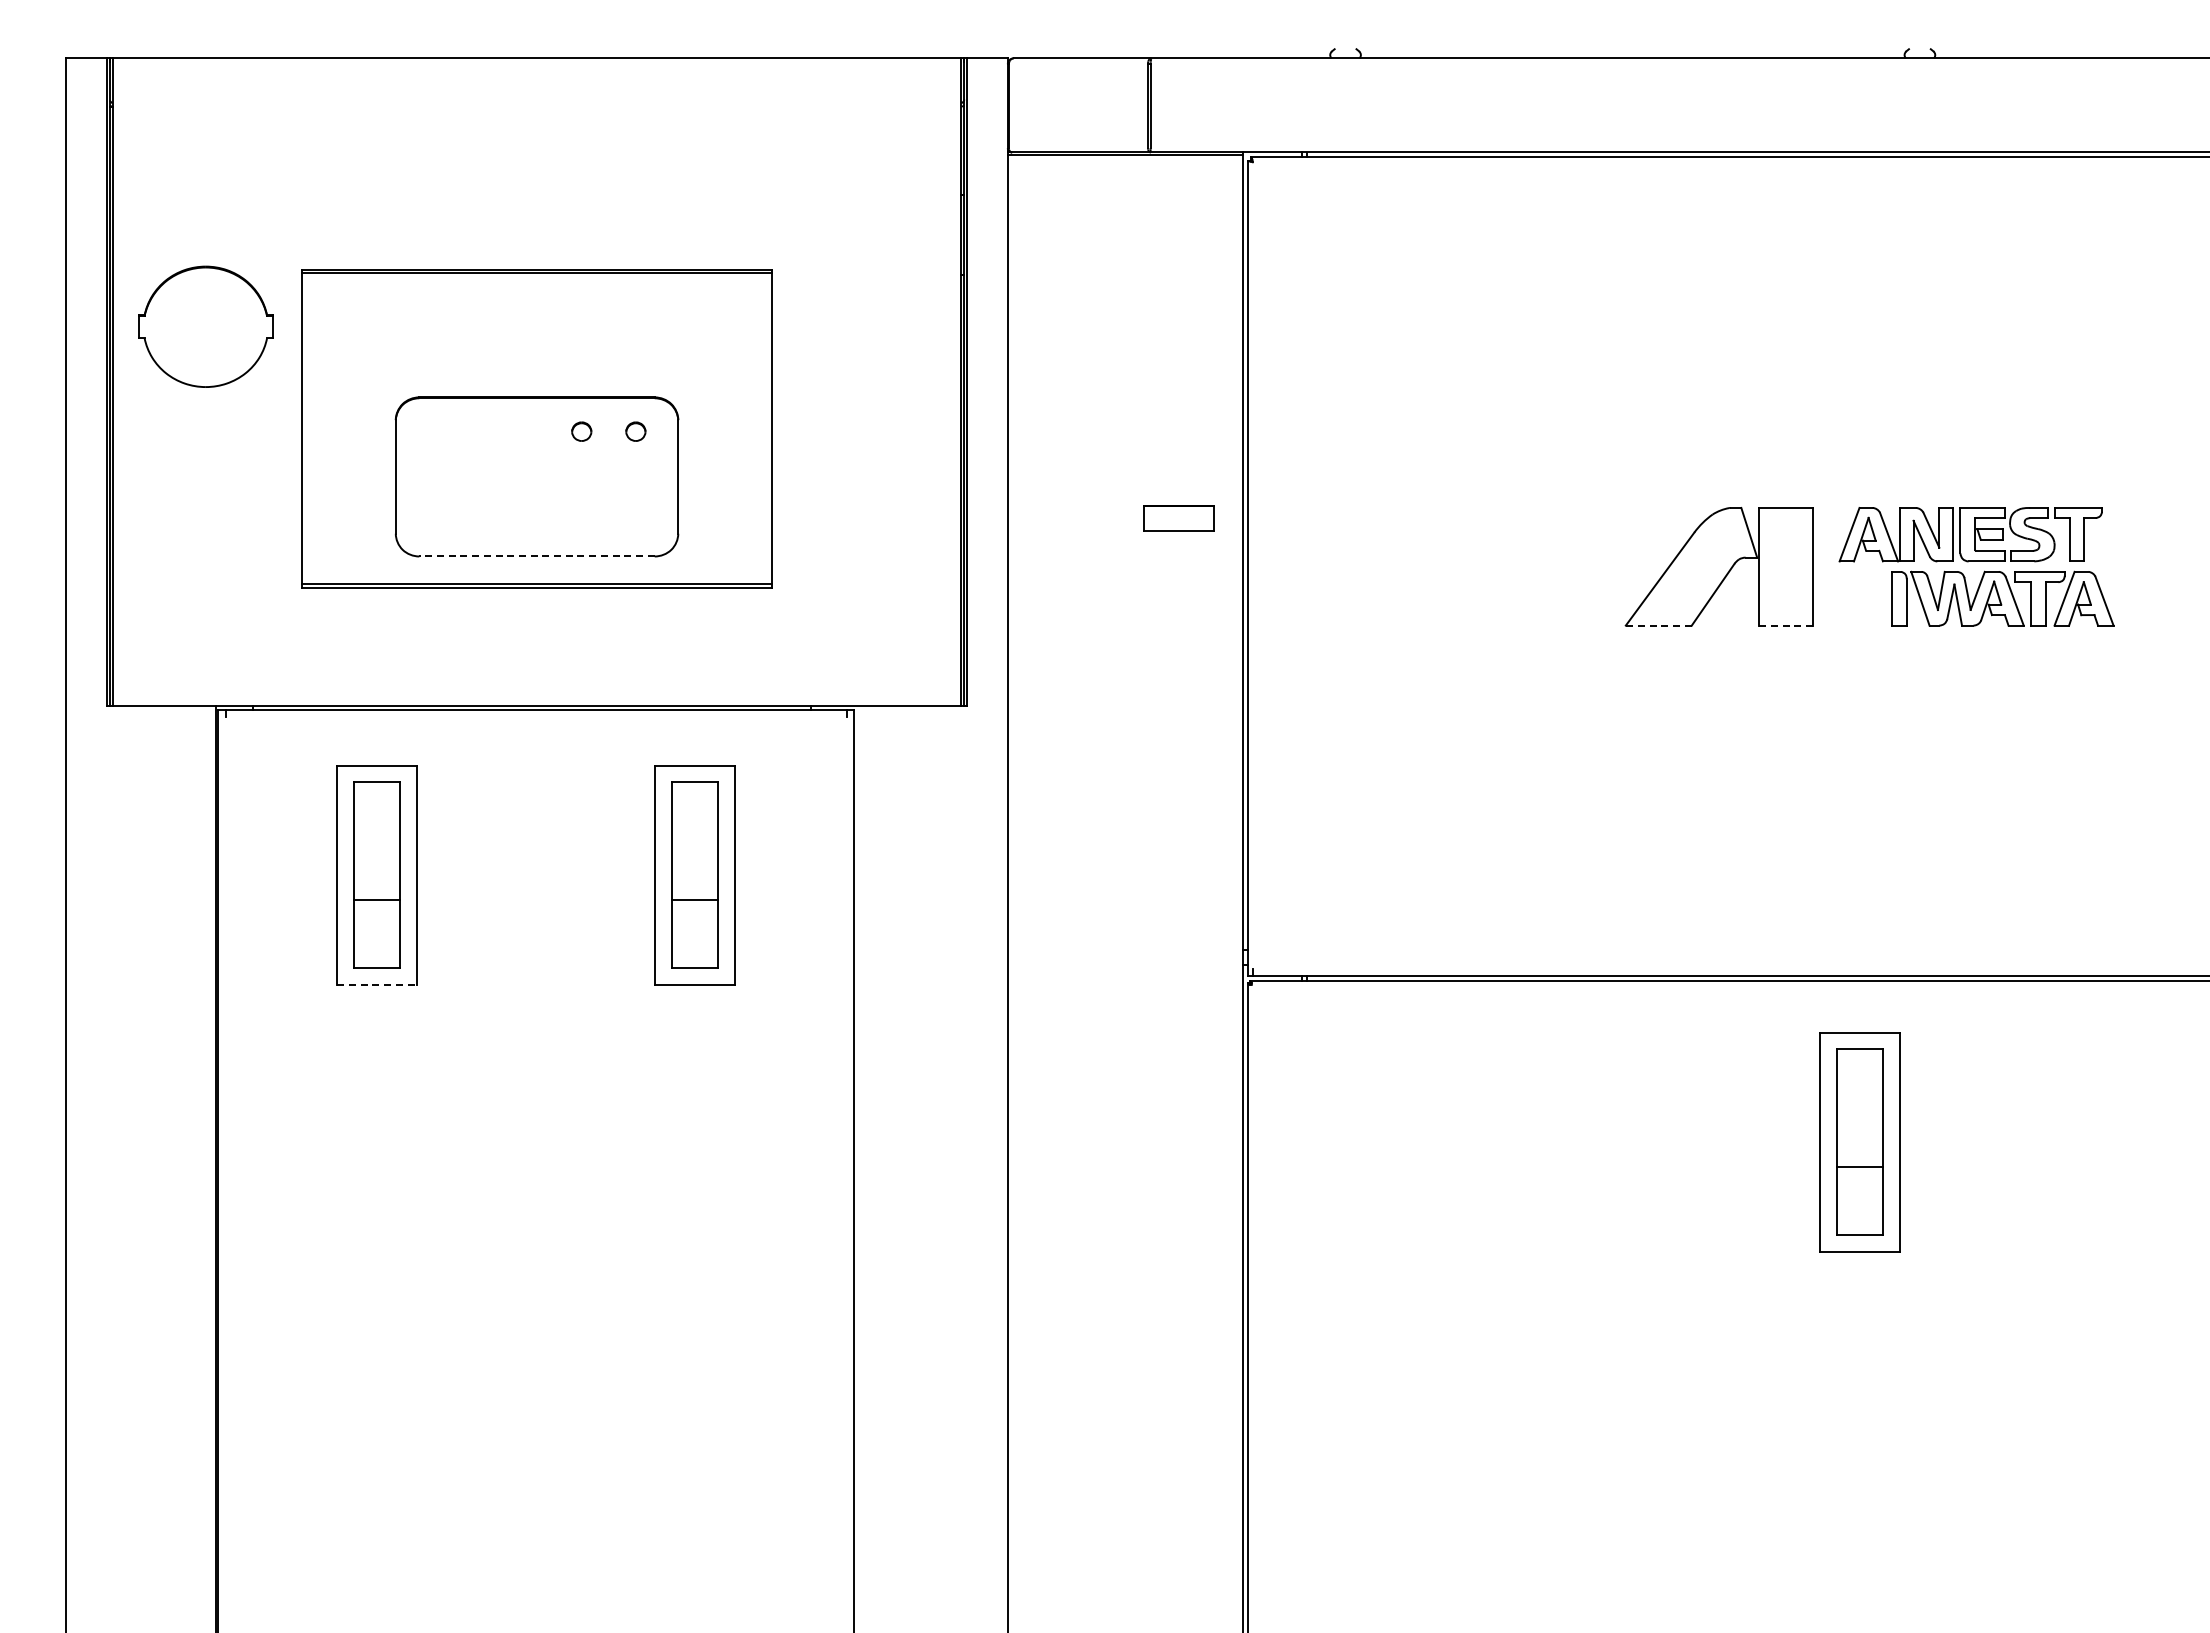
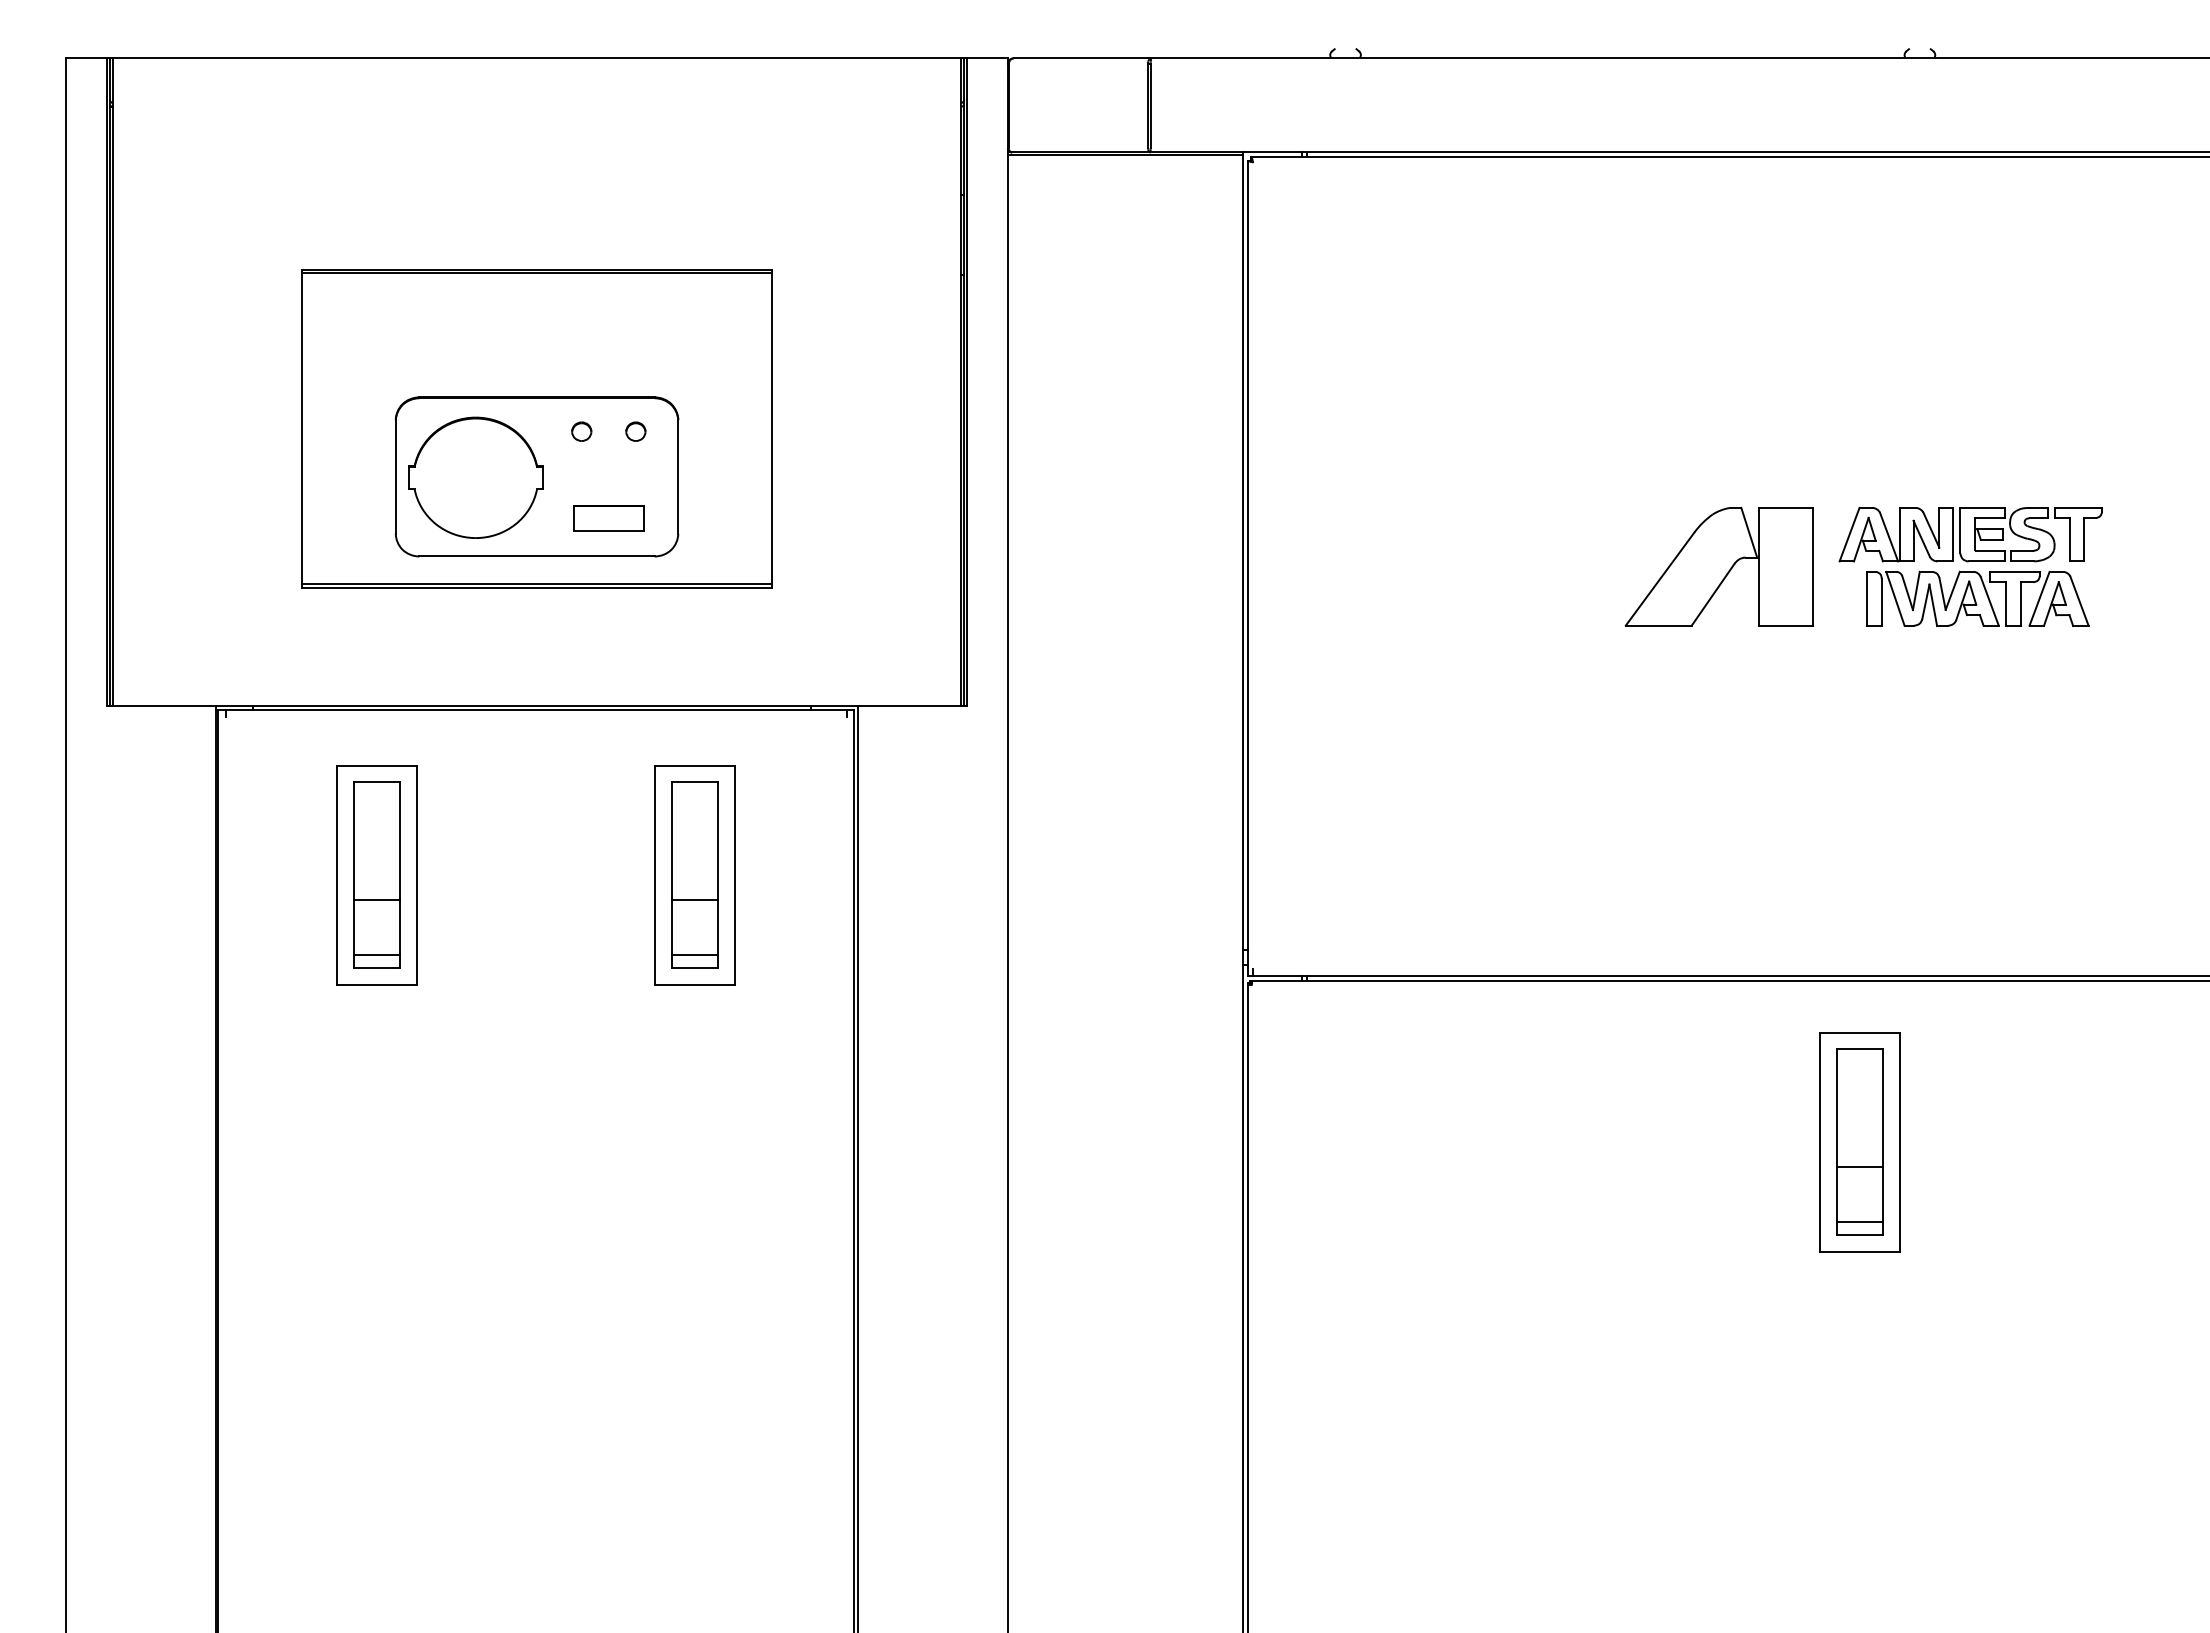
part at (205, 326) position: (205, 326) -> (475, 477)
part at (1178, 518) position: (1178, 518) -> (608, 518)
line at (537, 556): dashed -> solid
part at (2002, 598) position: (2002, 598) -> (1977, 598)
line at (1658, 625): dashed -> solid
line at (1785, 625): dashed -> solid
line at (377, 954): none -> present
line at (695, 954): none -> present
line at (377, 984): dashed -> solid
line at (857, 1167): none -> present
line at (1859, 1222): none -> present
